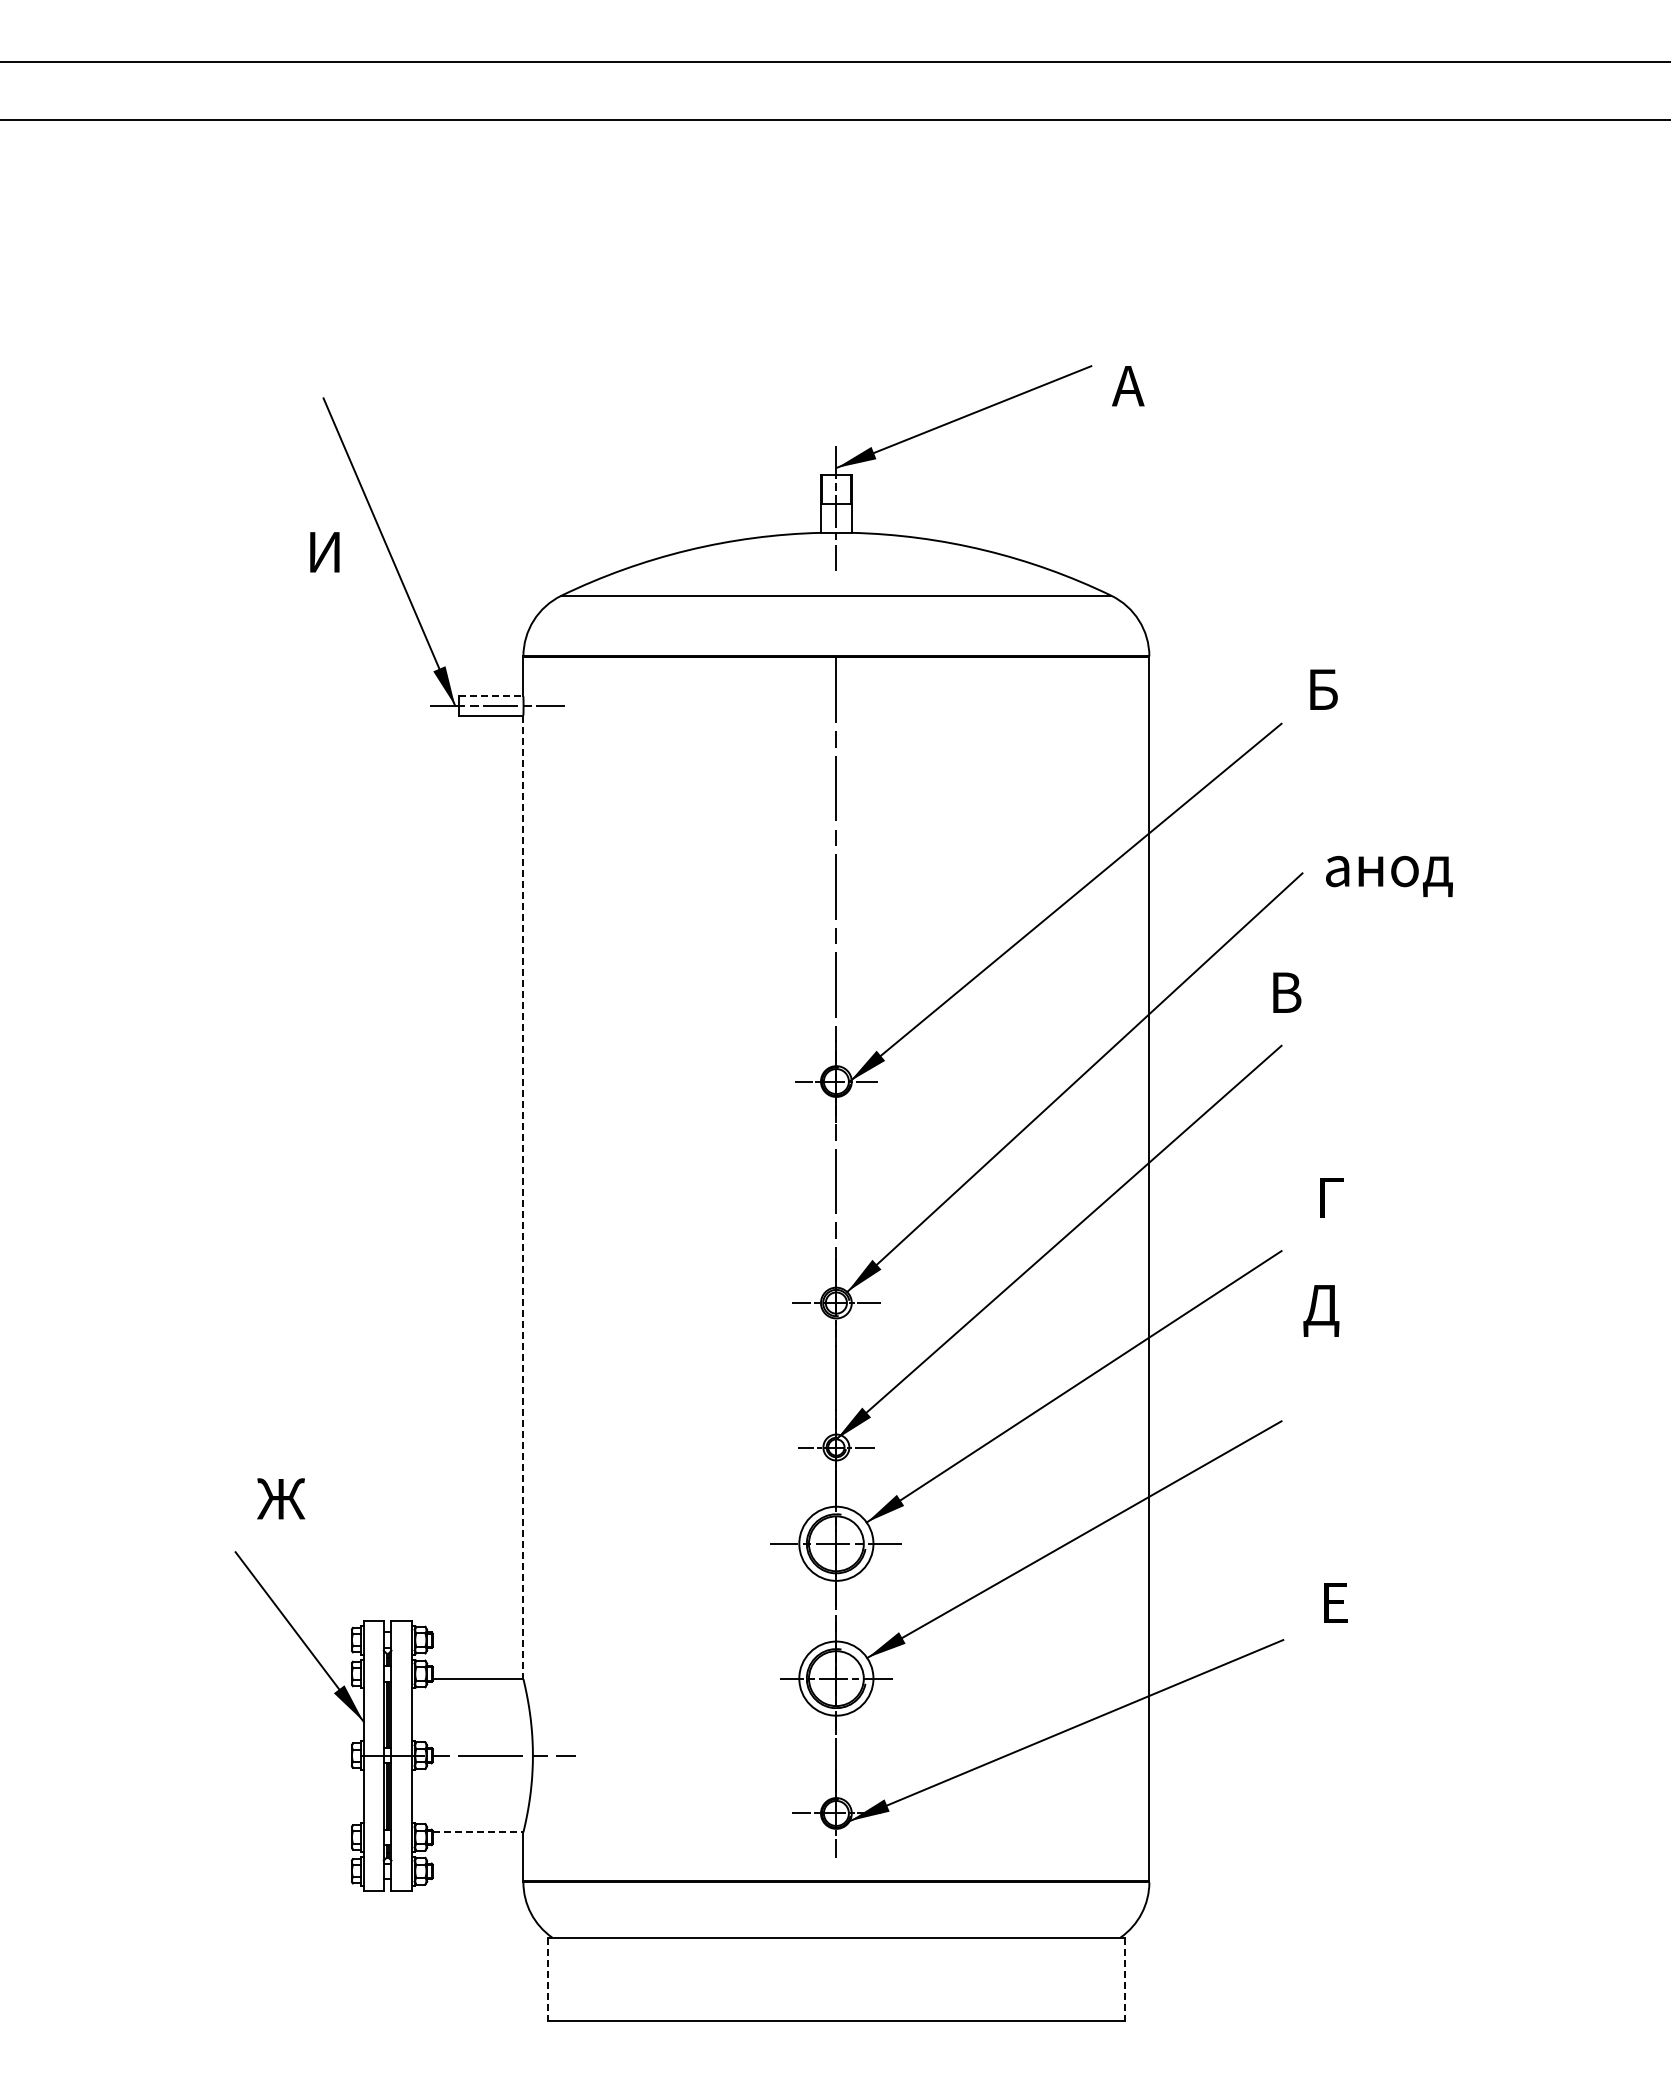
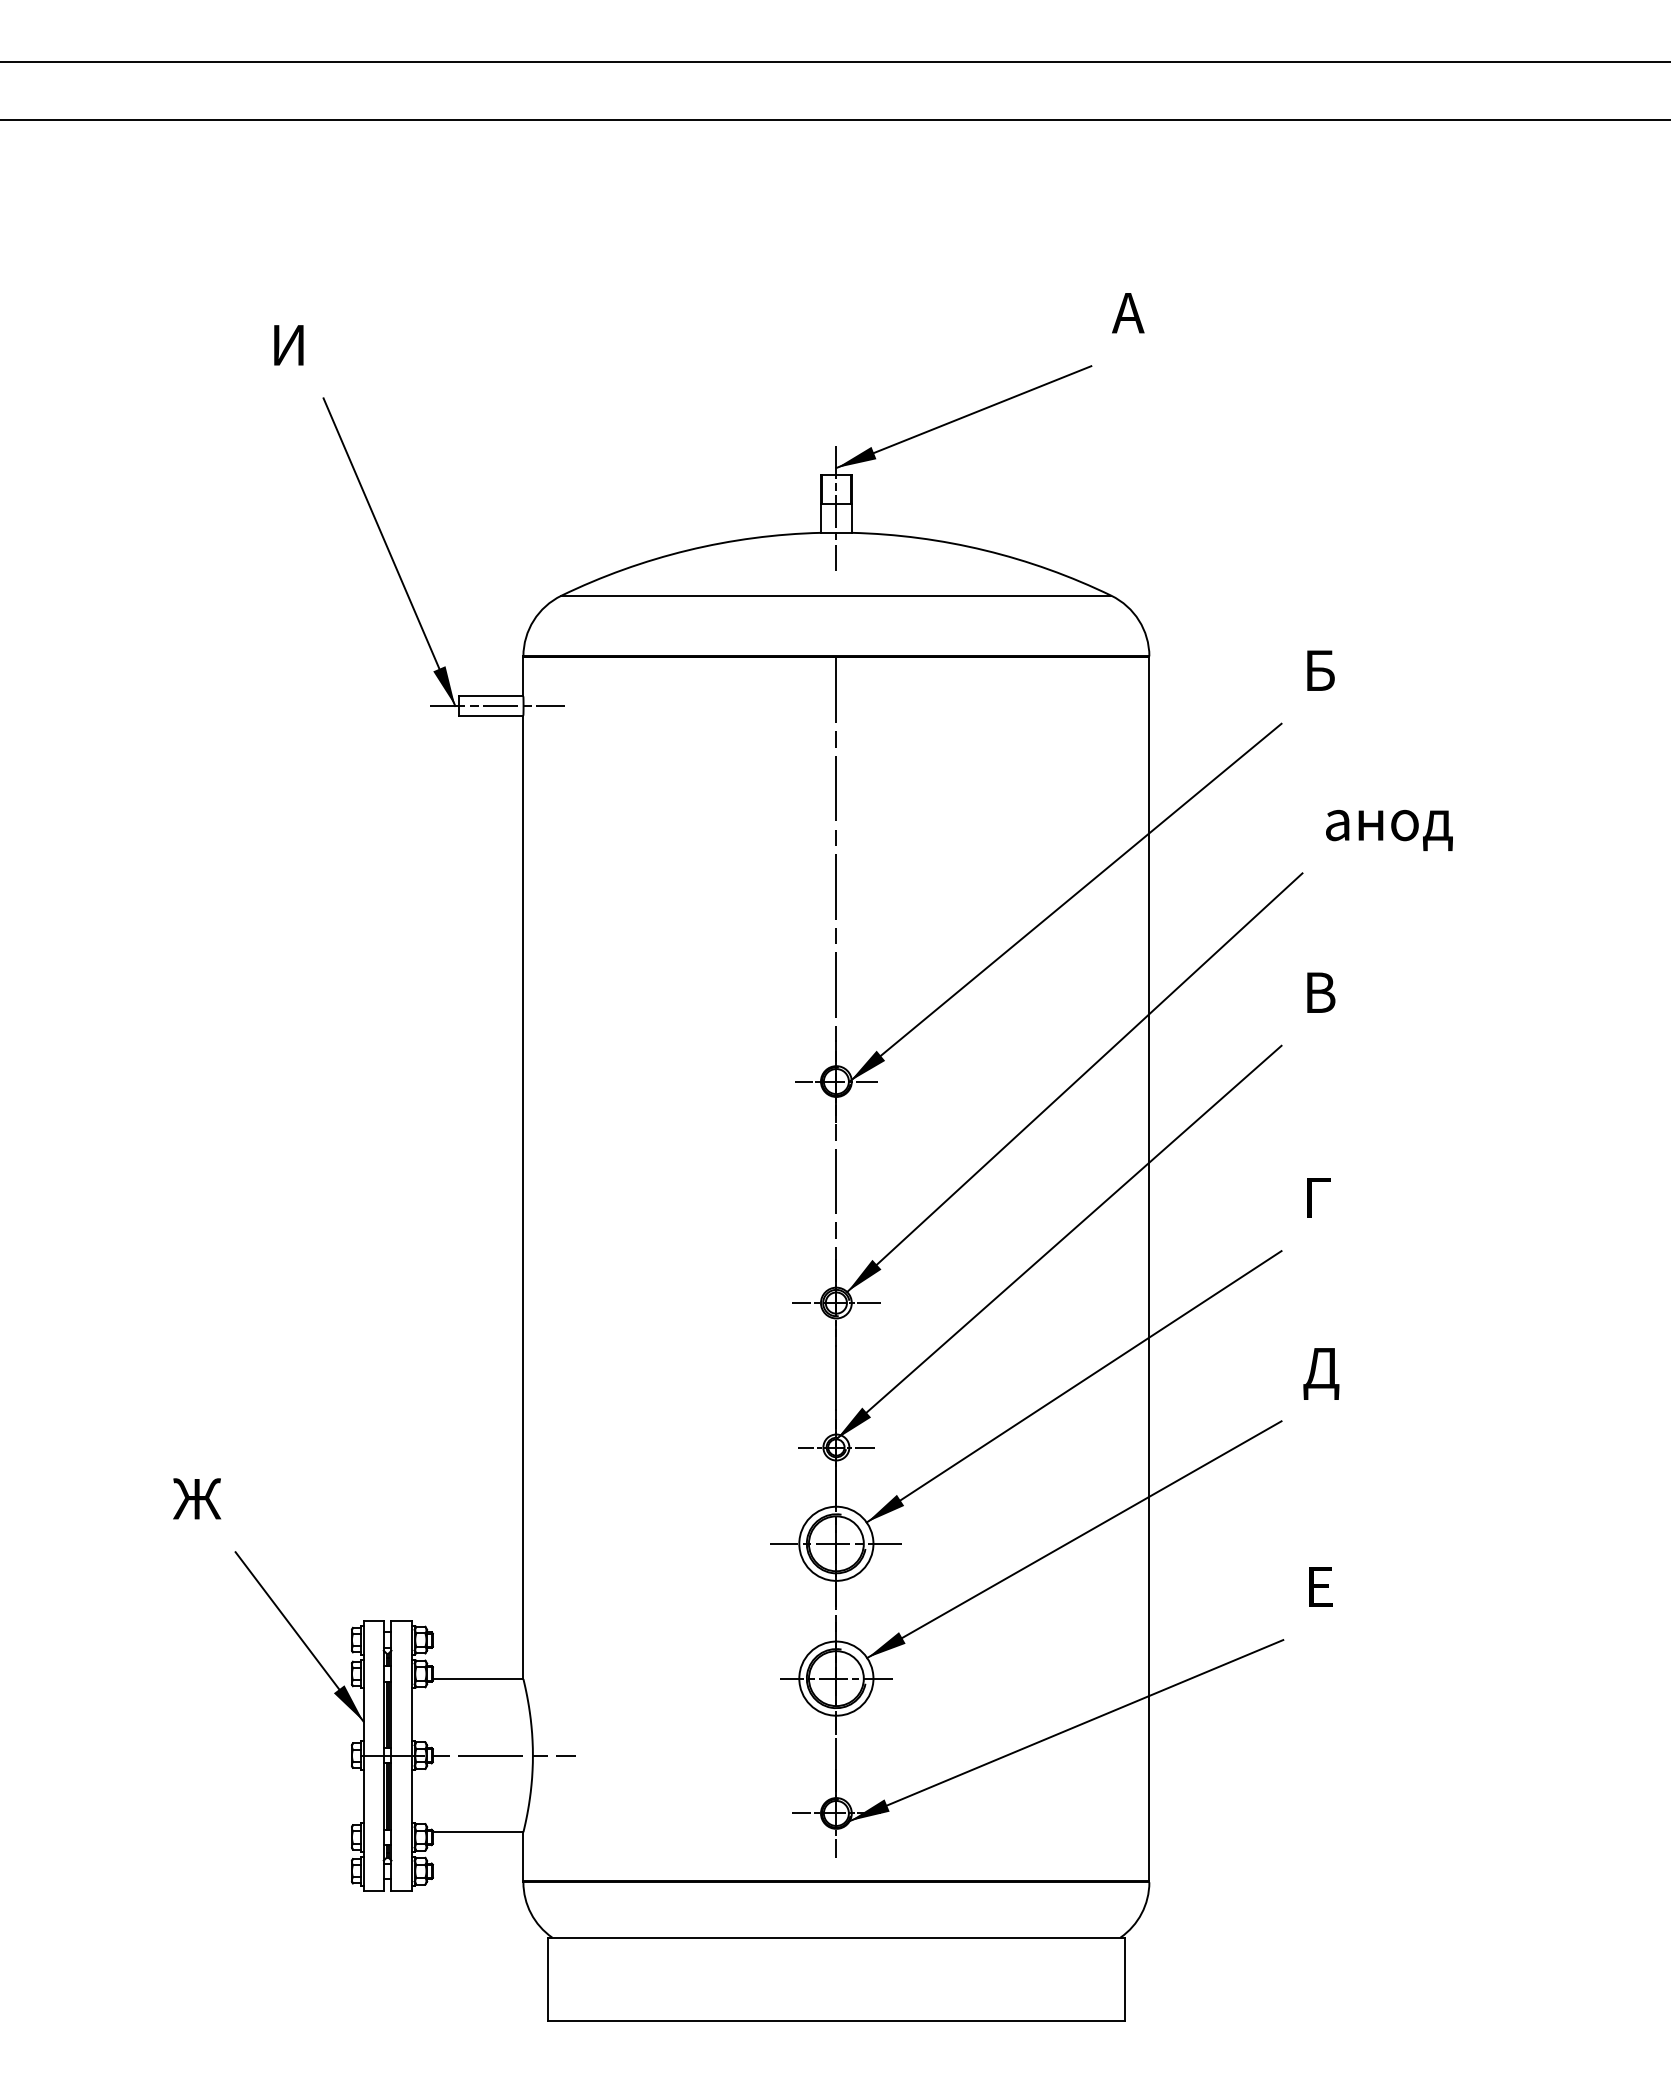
text at (1128, 386) position: (1128, 386) -> (1128, 313)
text at (324, 552) position: (324, 552) -> (288, 345)
text at (1323, 689) position: (1323, 689) -> (1320, 670)
line at (491, 696): dashed -> solid
text at (1389, 876) position: (1389, 876) -> (1389, 830)
text at (1287, 992) position: (1287, 992) -> (1321, 992)
line at (523, 1197): dashed -> solid
text at (1331, 1197) position: (1331, 1197) -> (1318, 1197)
text at (1321, 1310) position: (1321, 1310) -> (1321, 1373)
text at (281, 1498) position: (281, 1498) -> (197, 1498)
text at (1335, 1602) position: (1335, 1602) -> (1320, 1586)
line at (478, 1832): dashed -> solid
line at (547, 1979): dashed -> solid
line at (1125, 1979): dashed -> solid
